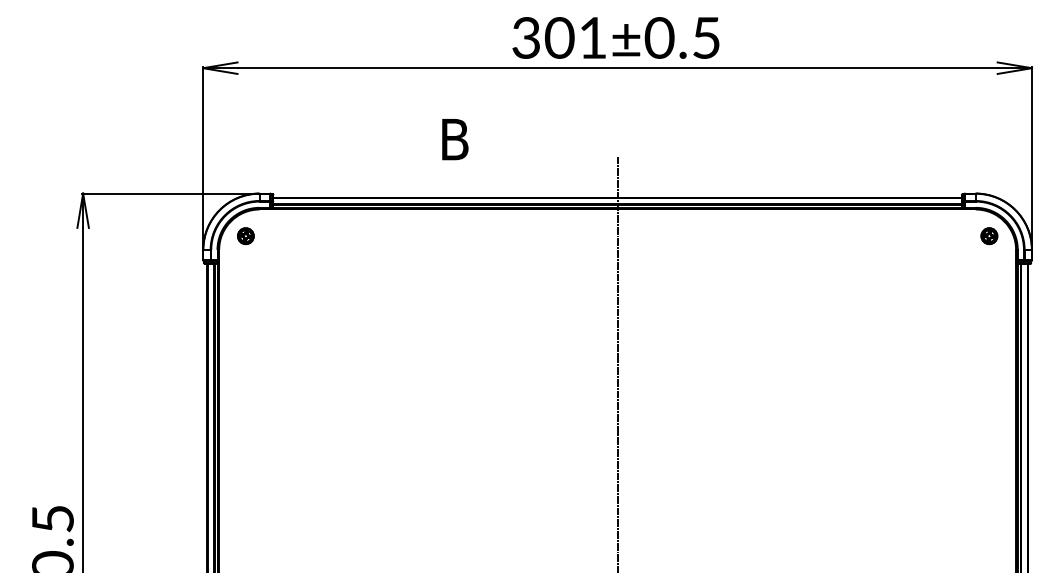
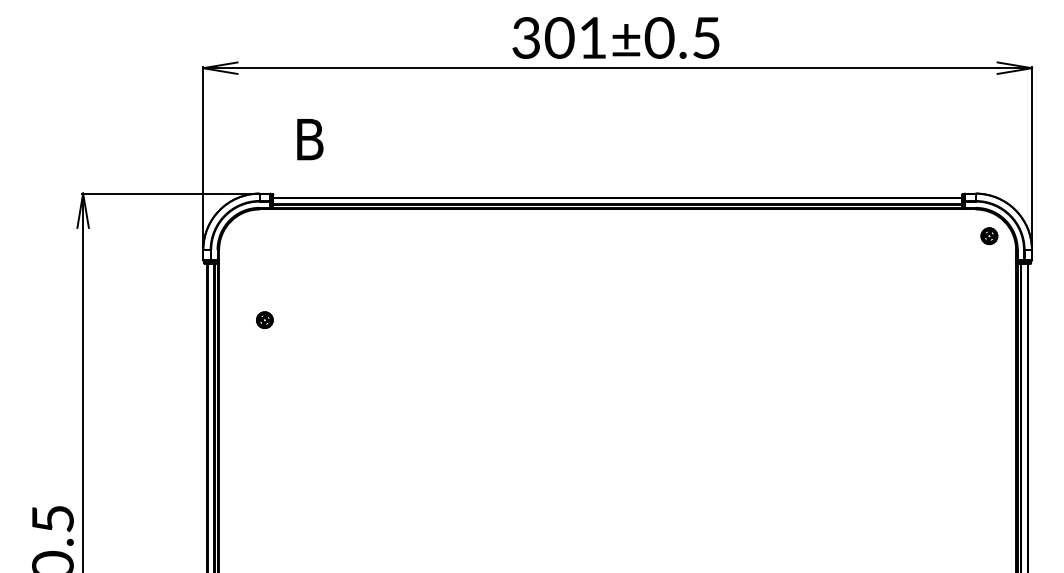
text at (455, 139) position: (455, 139) -> (310, 139)
part at (245, 236) position: (245, 236) -> (264, 320)
line at (617, 362): present -> none
